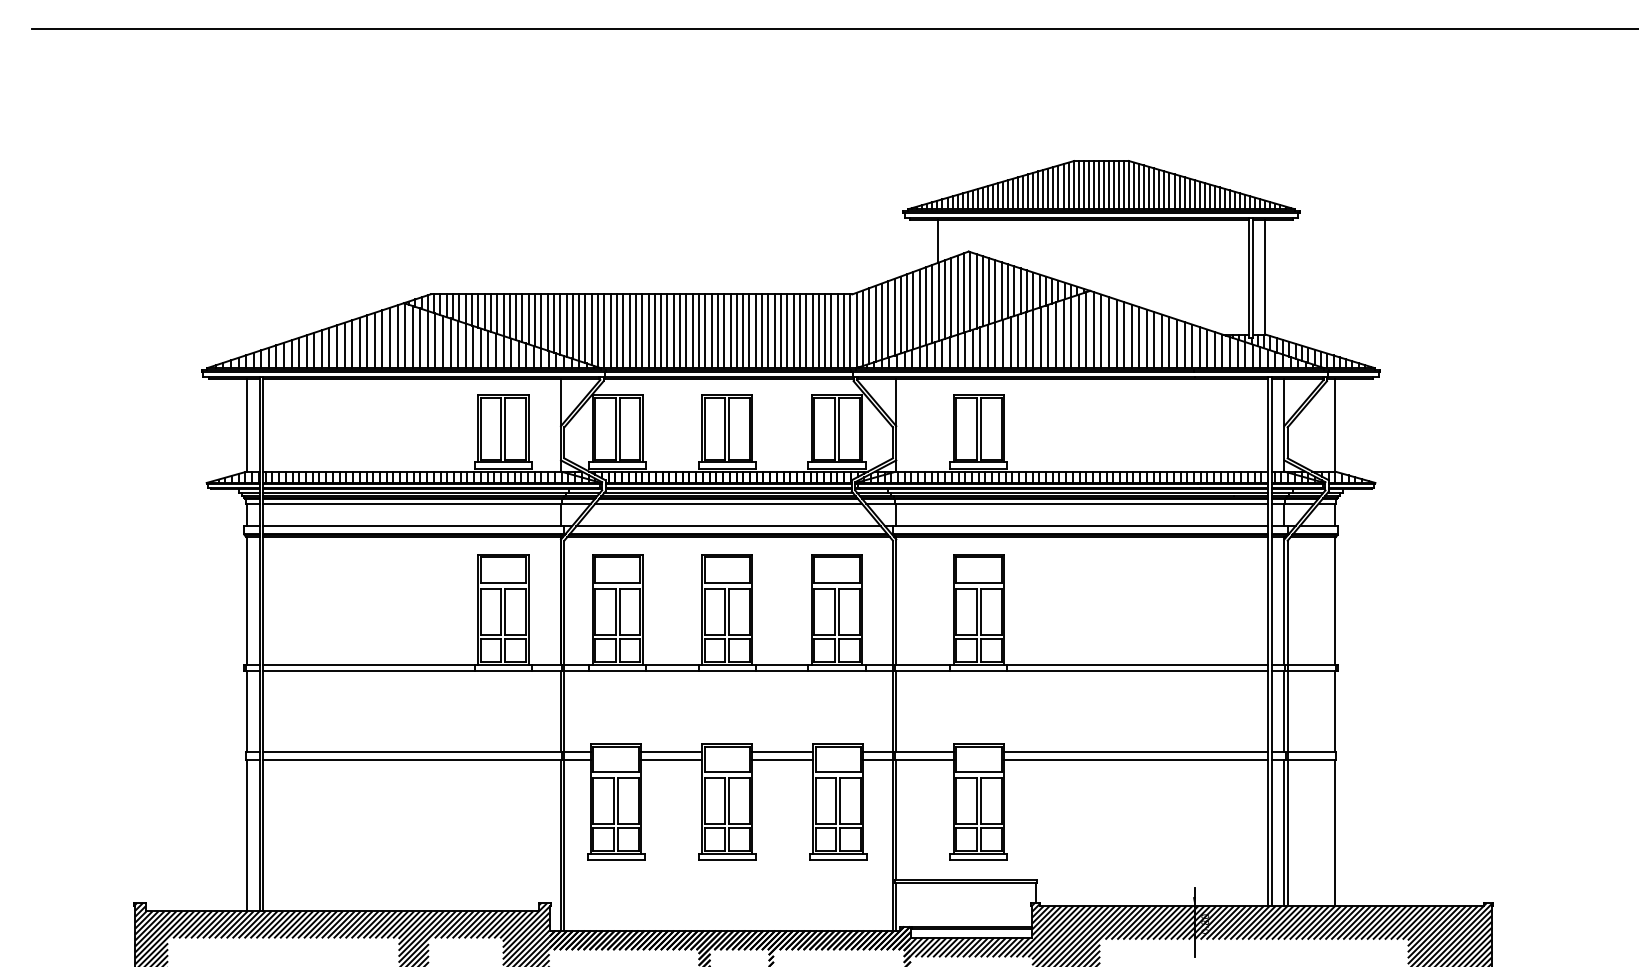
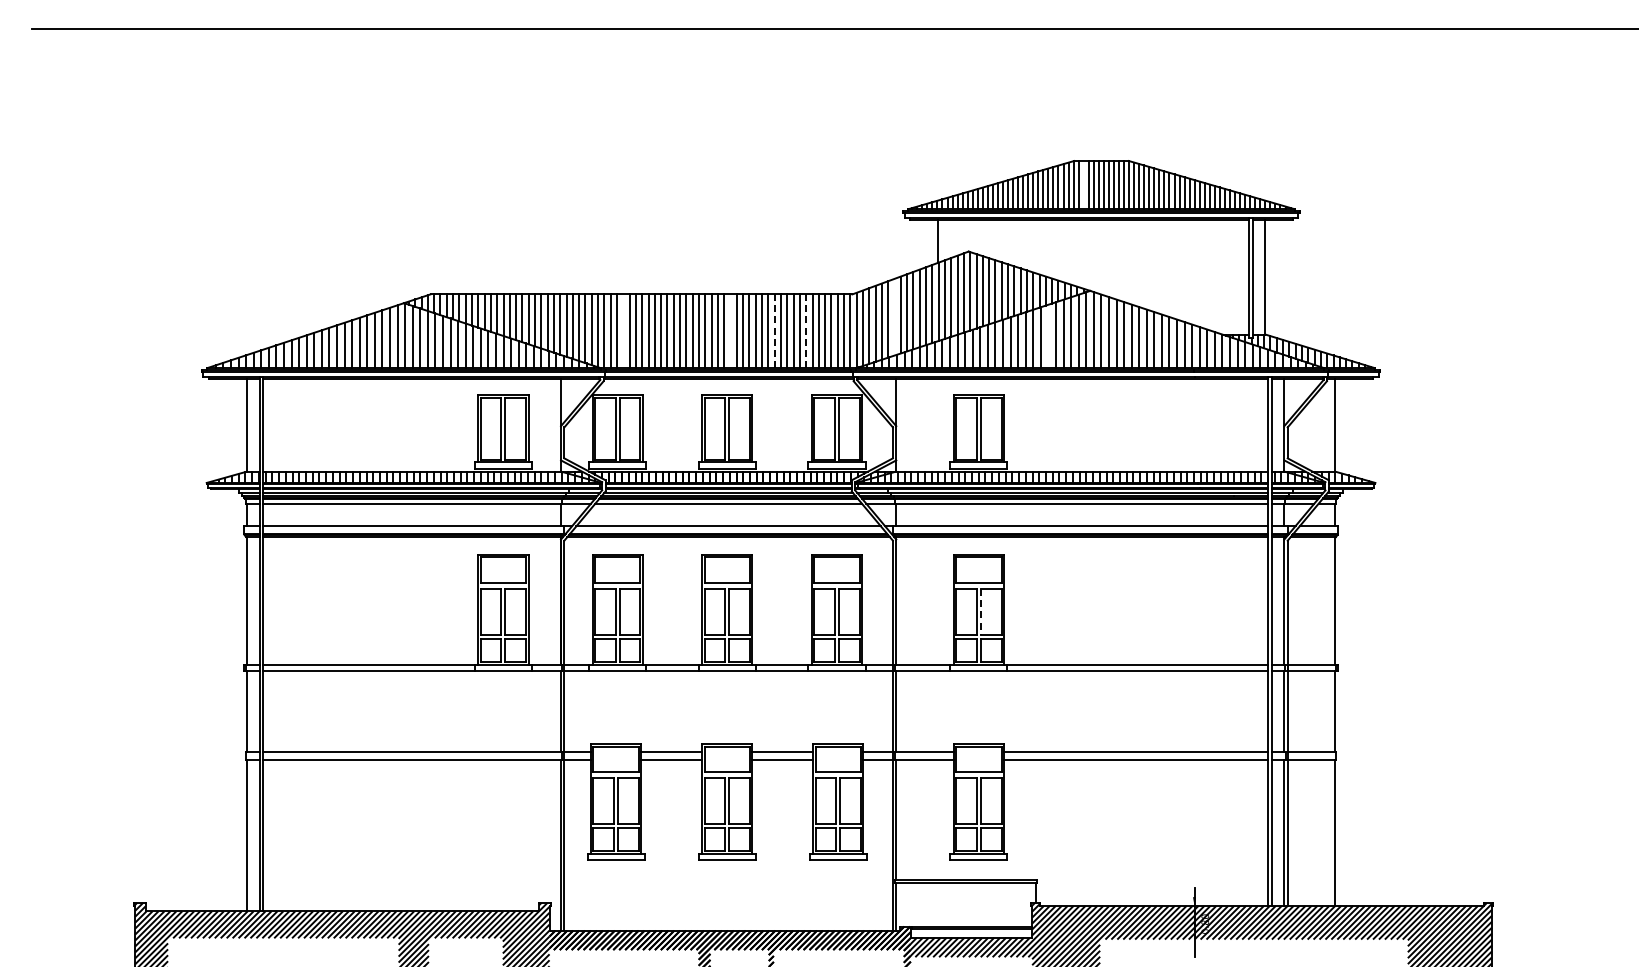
line at (1083, 185): present -> none
line at (894, 316): present -> none
line at (623, 331): present -> none
line at (730, 331): present -> none
line at (774, 331): solid -> dashed
line at (806, 331): solid -> dashed
line at (1048, 336): present -> none
line at (981, 611): solid -> dashed
